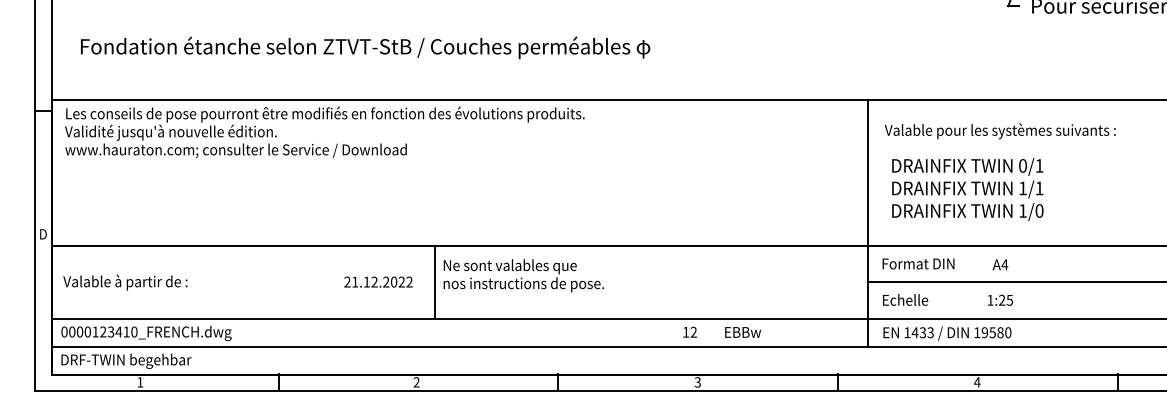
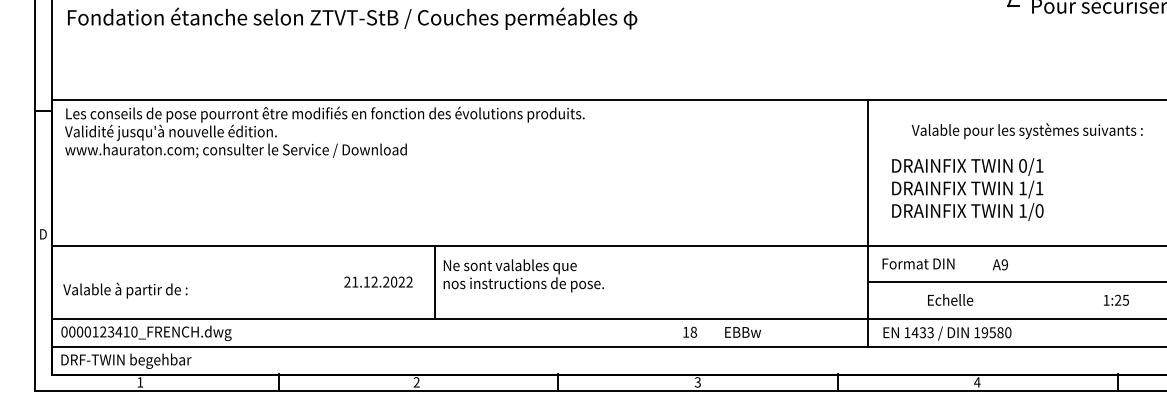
text at (365, 47) position: (365, 47) -> (352, 18)
text at (999, 131) position: (999, 131) -> (1026, 131)
text at (1004, 264): A4 -> A9
text at (125, 282) position: (125, 282) -> (125, 290)
text at (905, 299) position: (905, 299) -> (950, 299)
text at (1000, 299) position: (1000, 299) -> (1116, 299)
text at (693, 332): 12 -> 18
